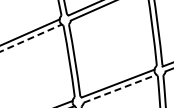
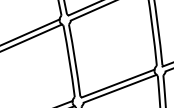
line at (30, 38): dashed -> solid
line at (120, 88): dashed -> solid
